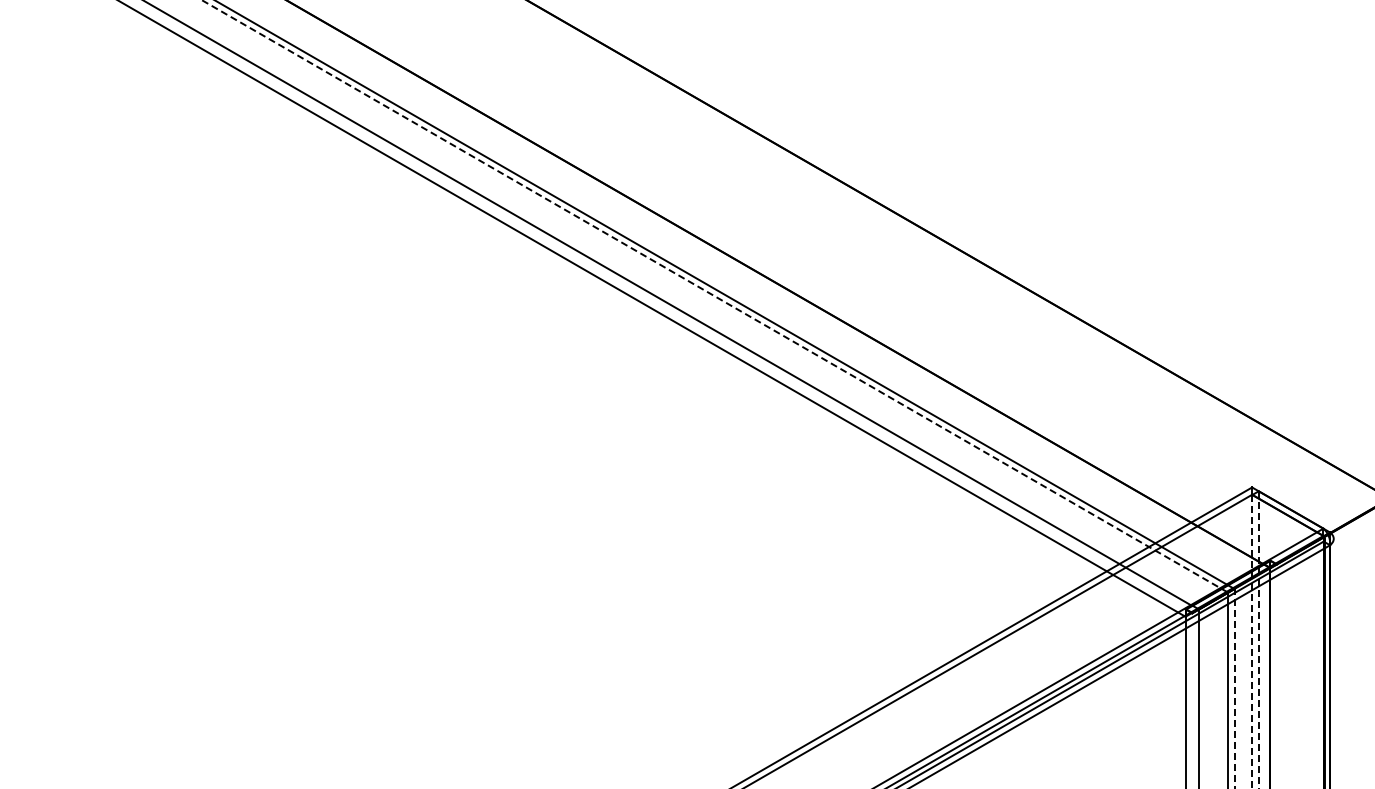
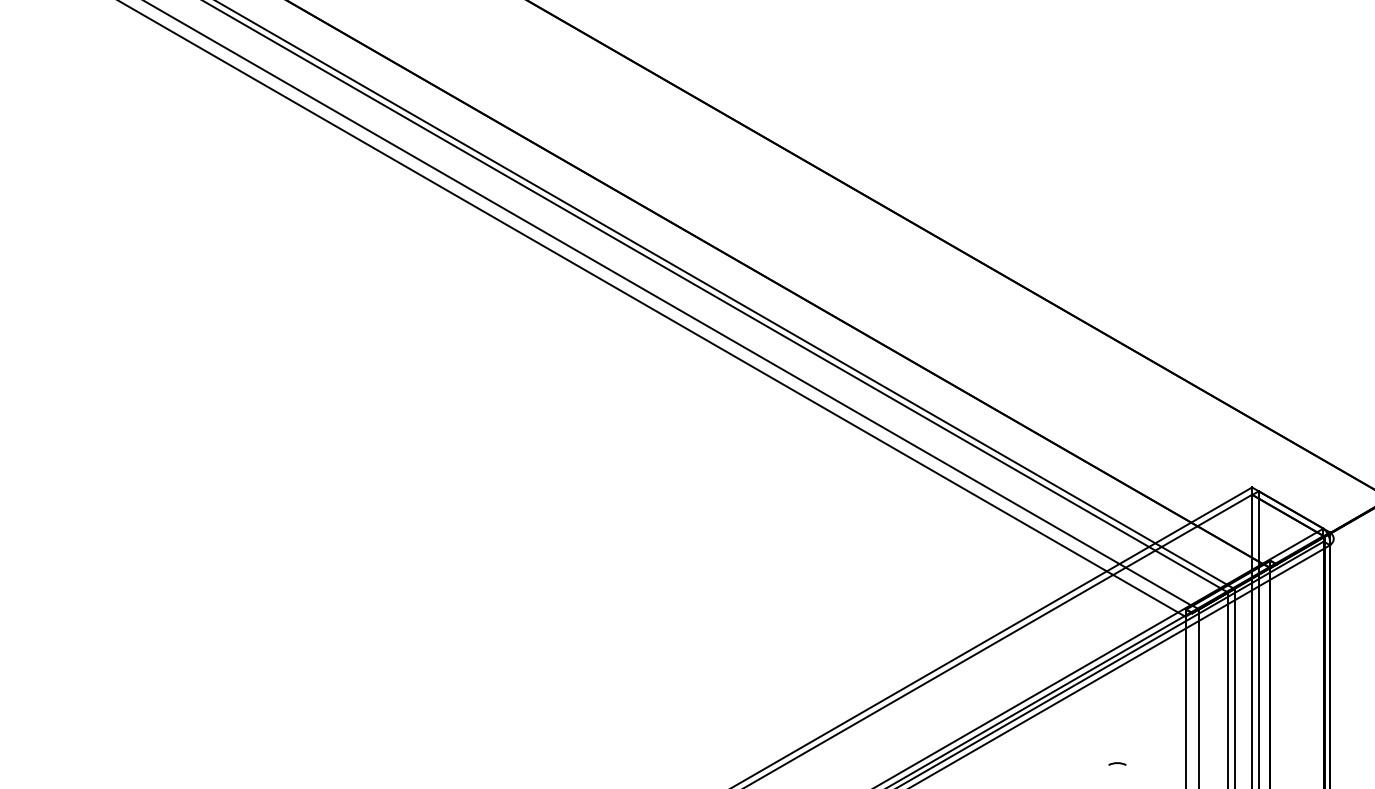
line at (714, 296): dashed -> solid
line at (1258, 639): dashed -> solid
line at (1252, 641): dashed -> solid
line at (1234, 688): dashed -> solid
line at (1117, 763): none -> present
